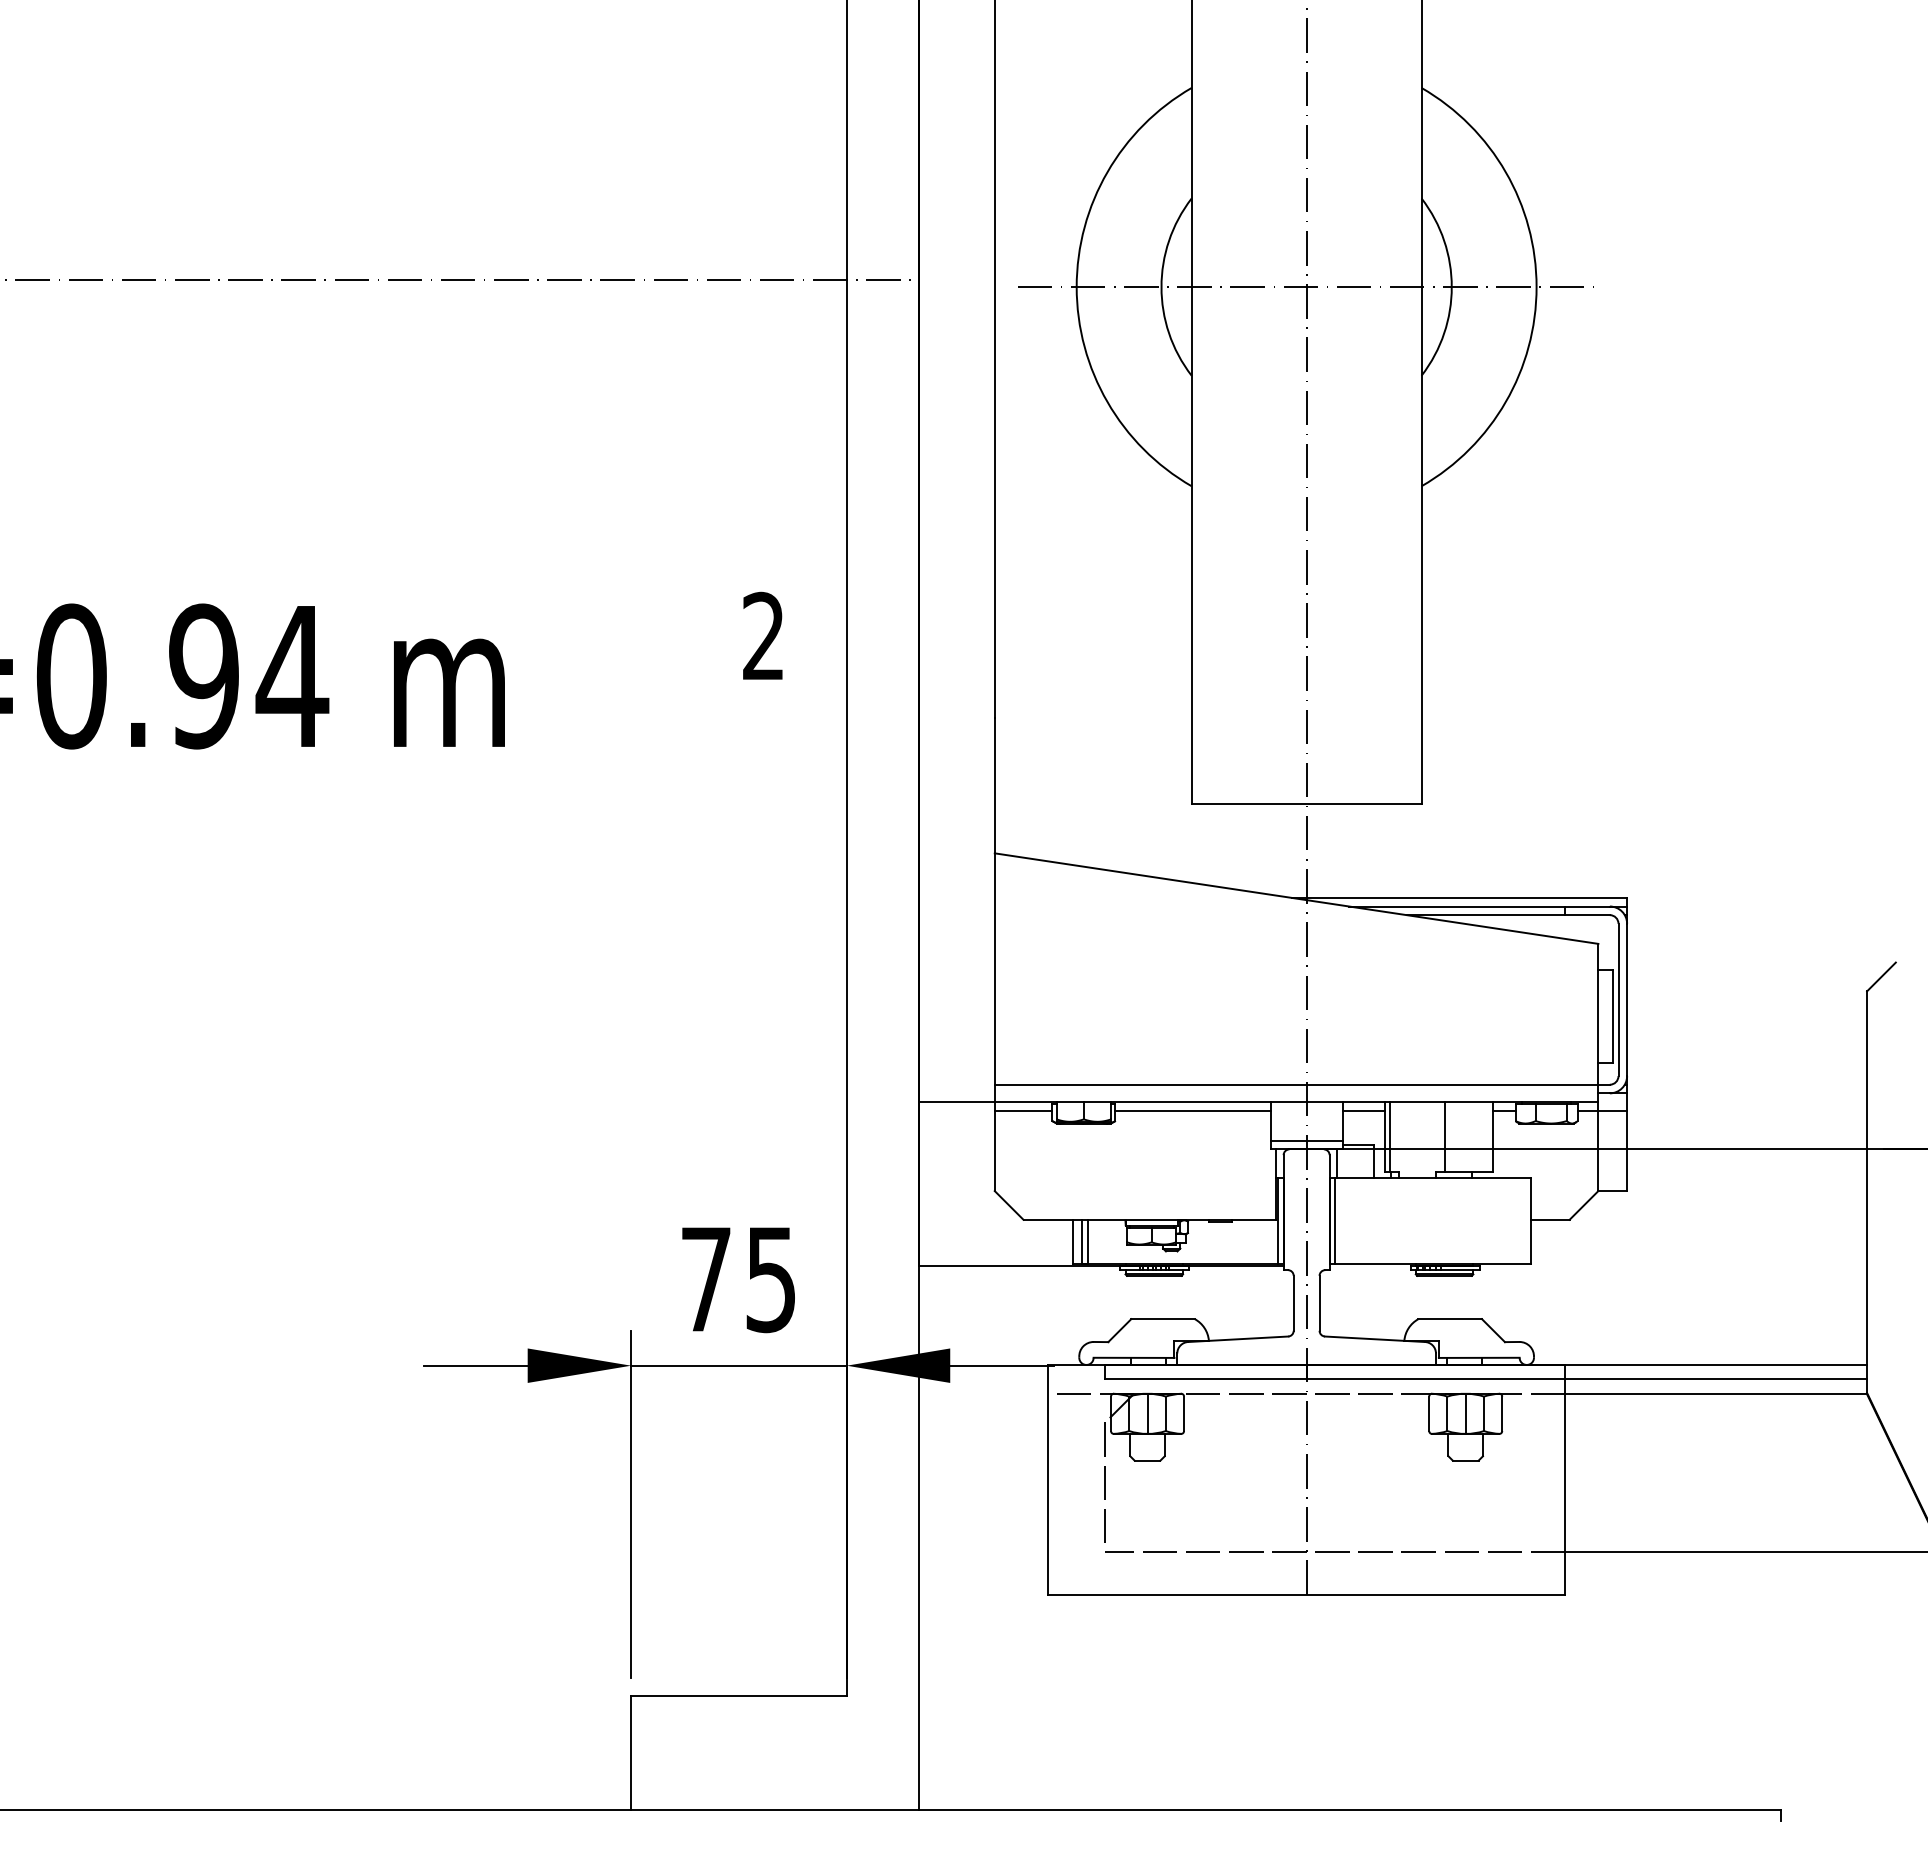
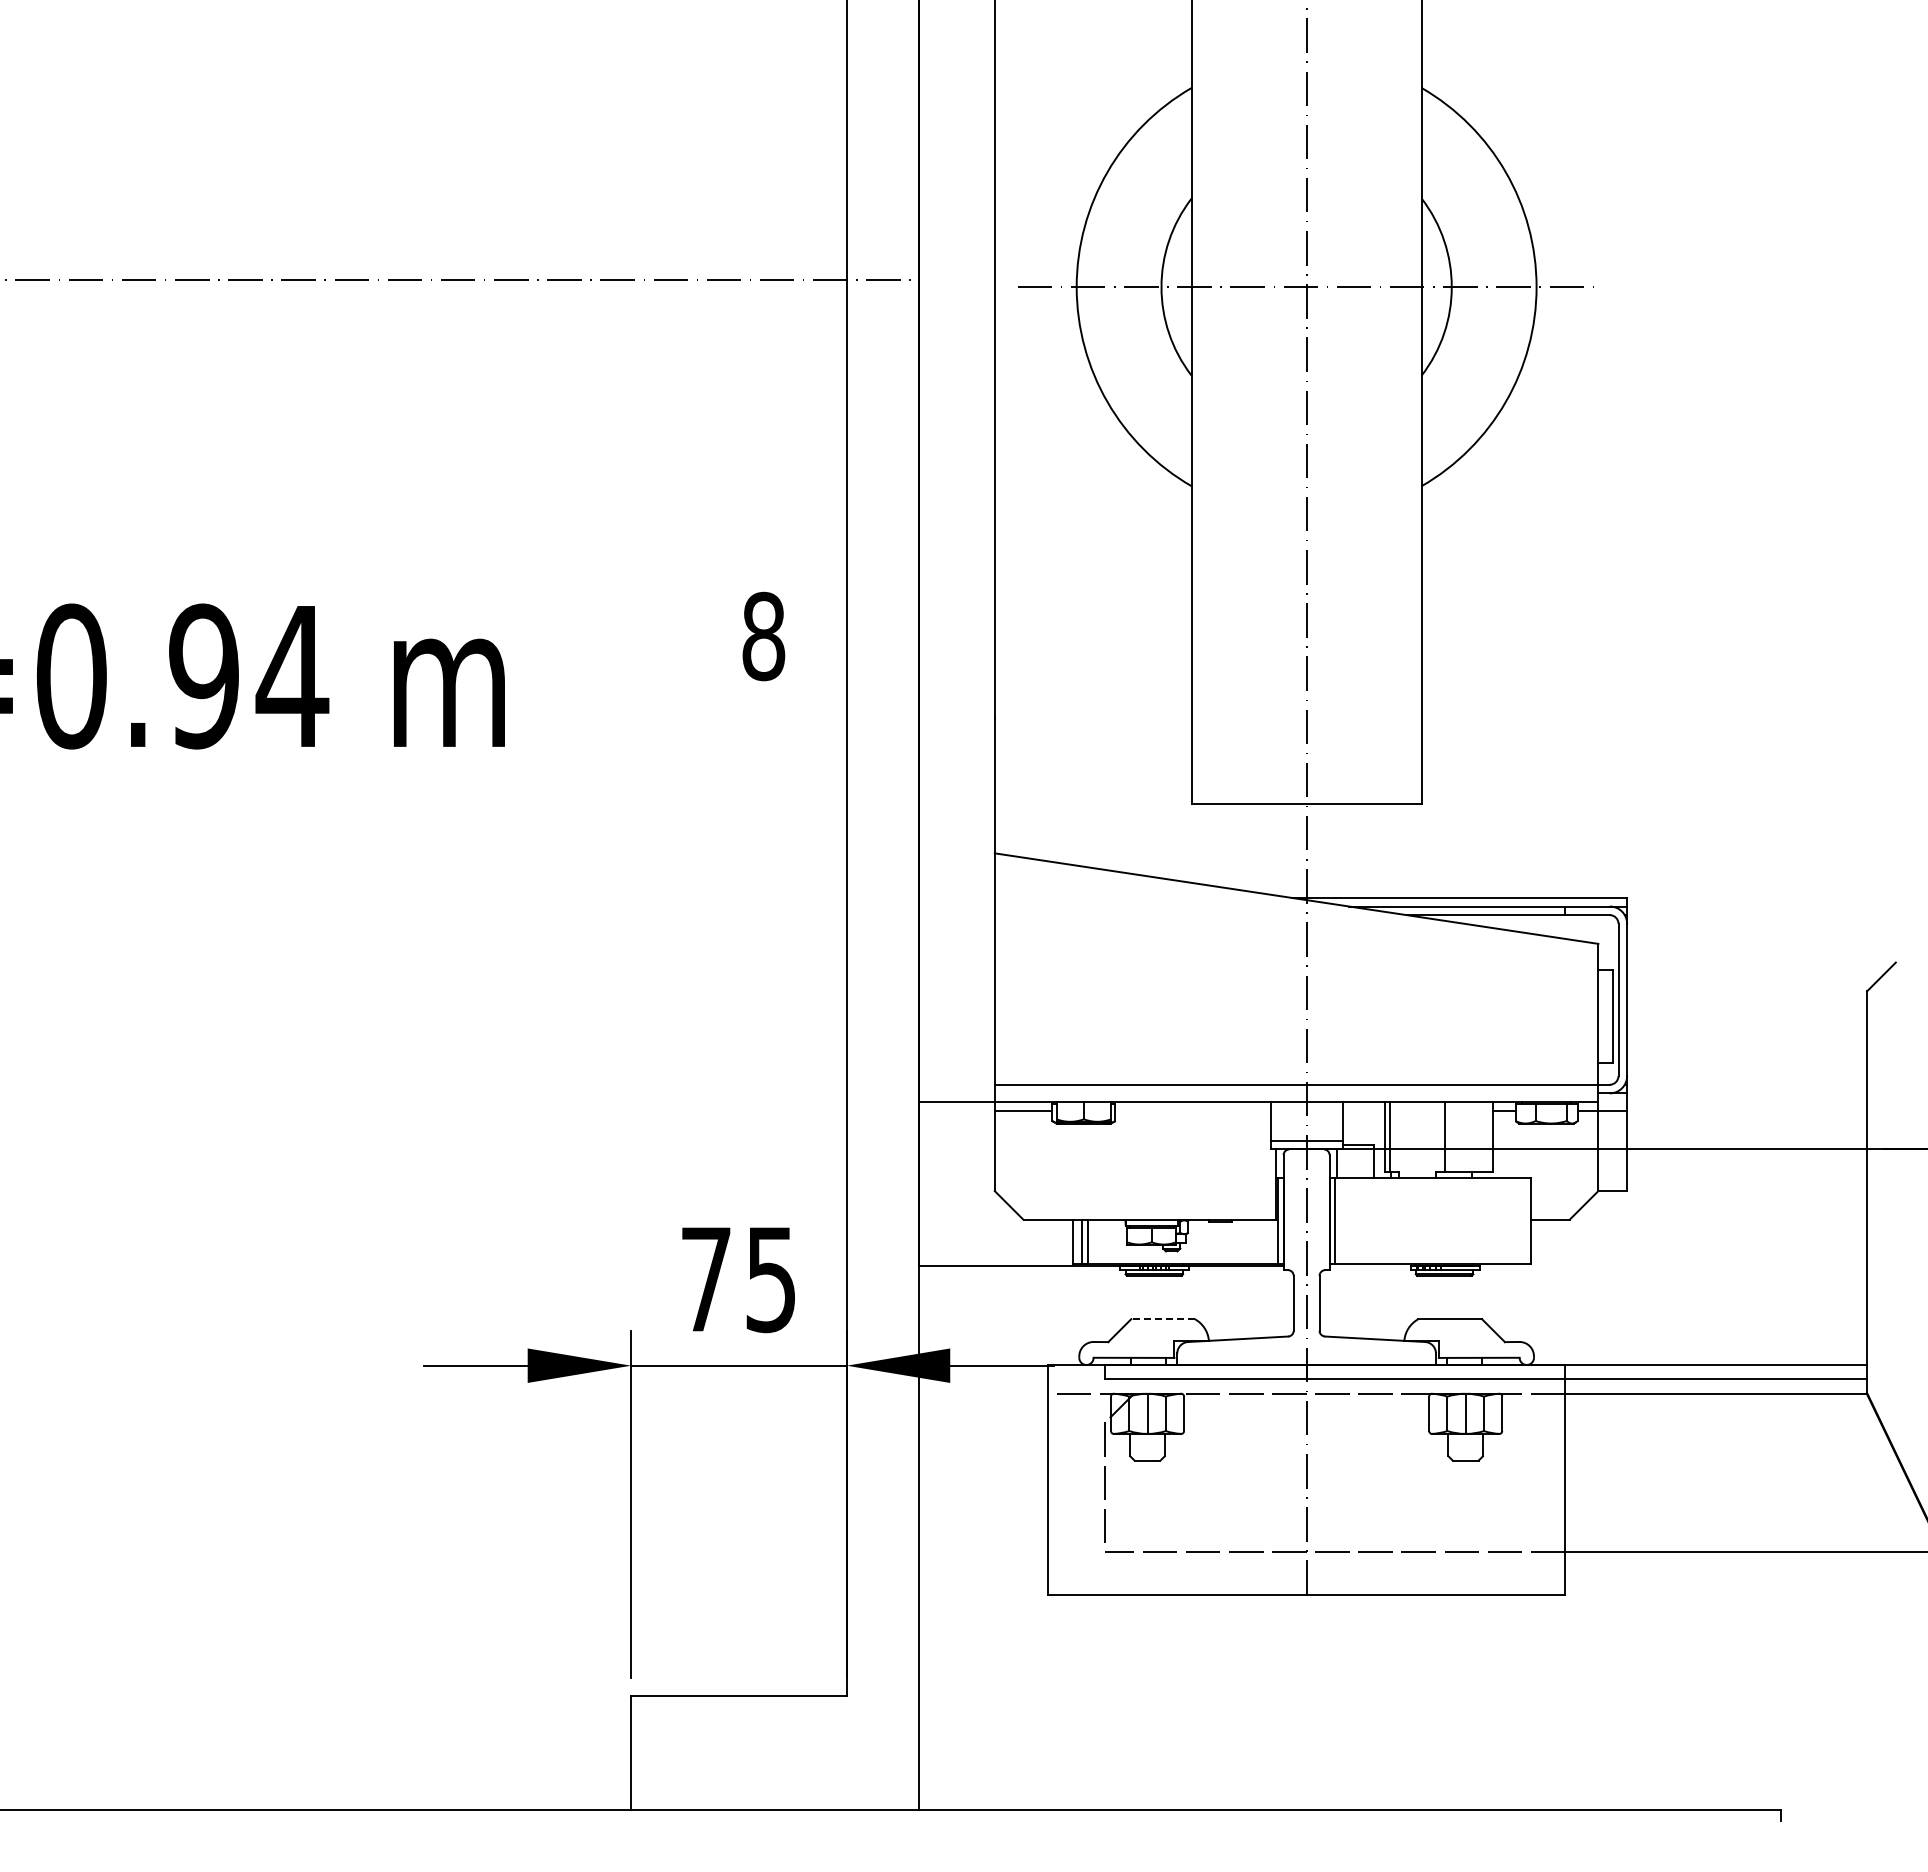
text at (763, 636): 2 -> 8
line at (1192, 1110): present -> none
line at (1363, 1110): present -> none
line at (1163, 1319): solid -> dashed
